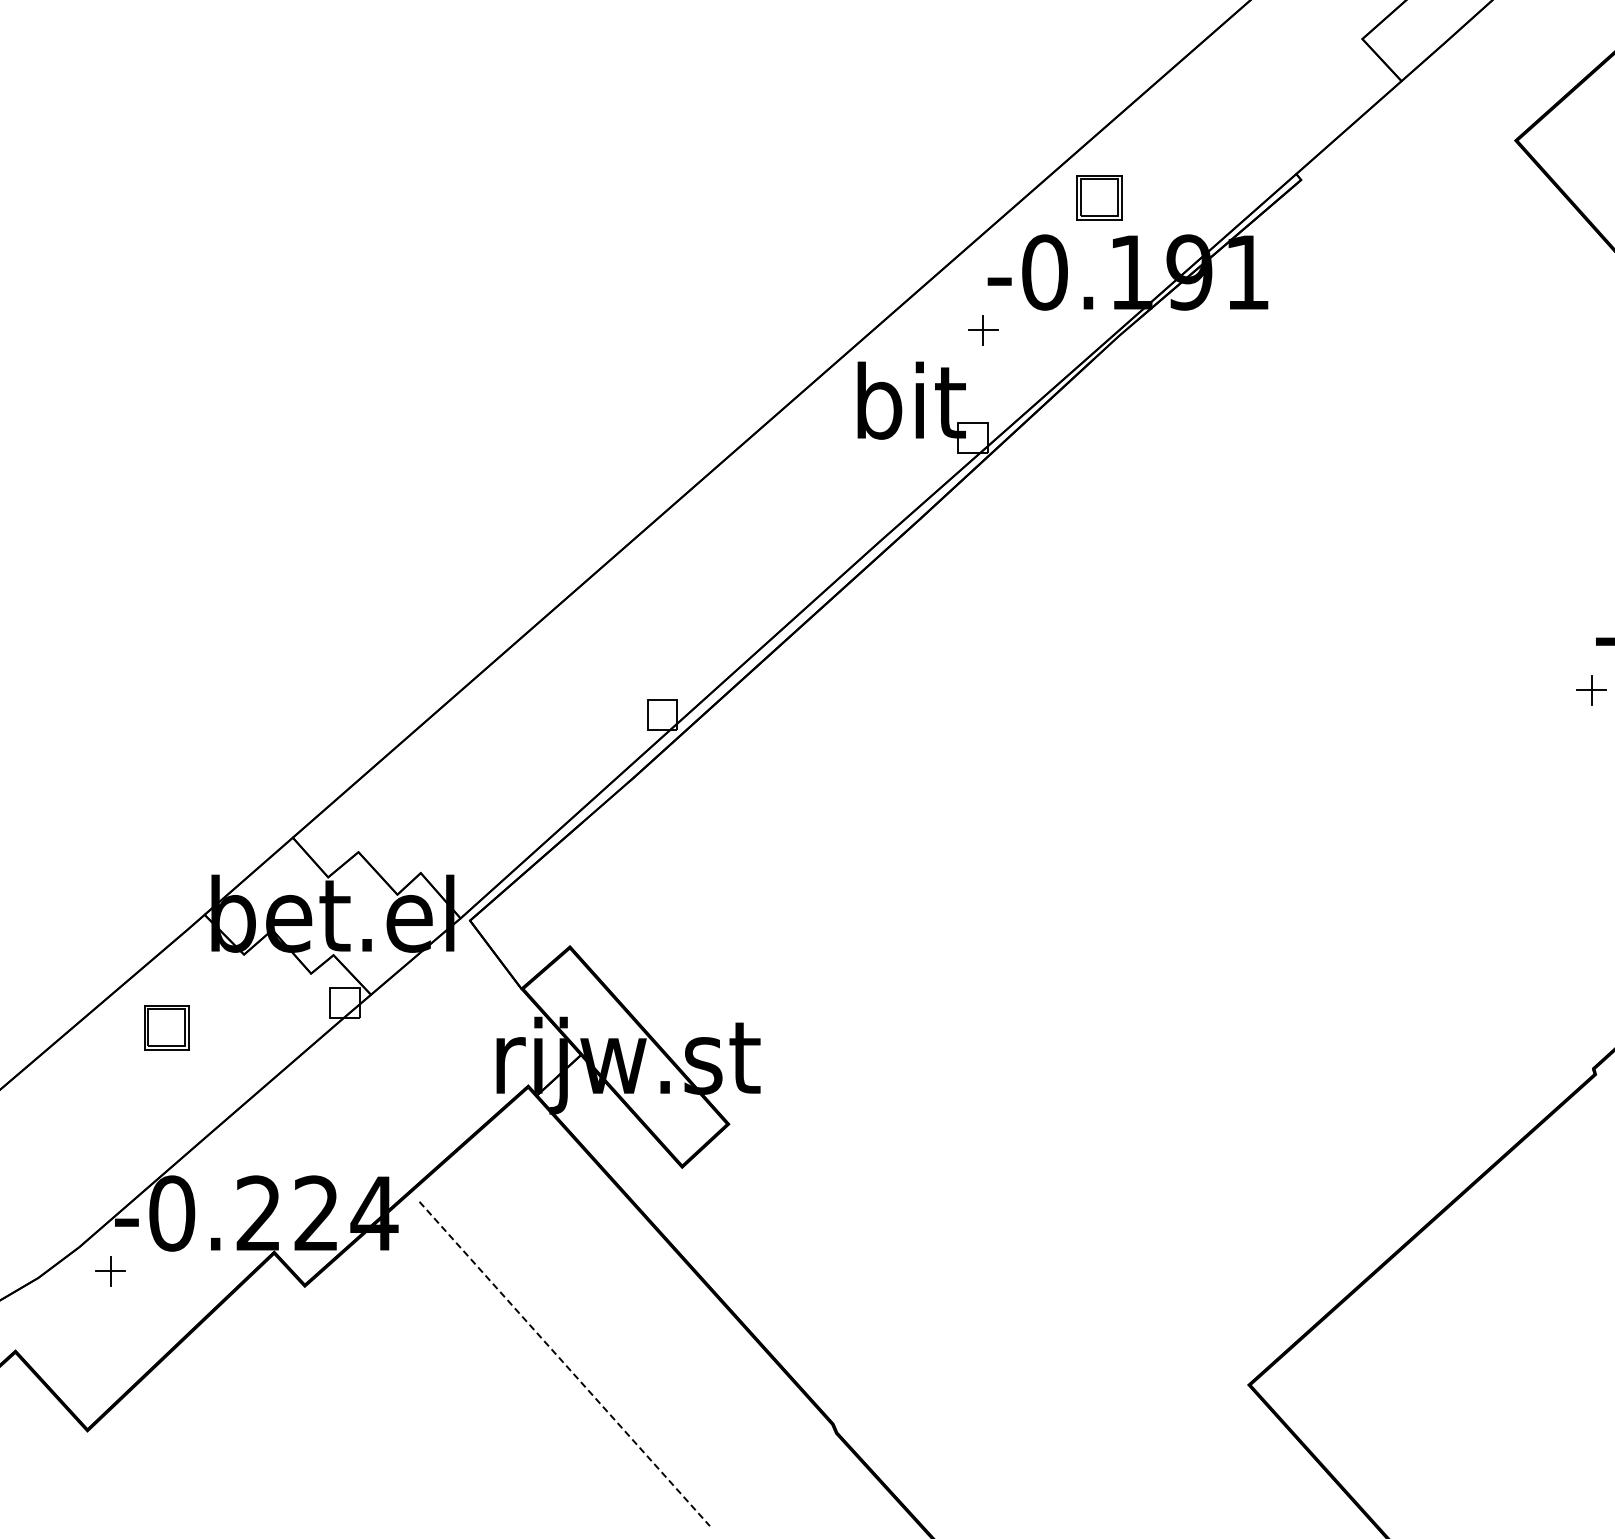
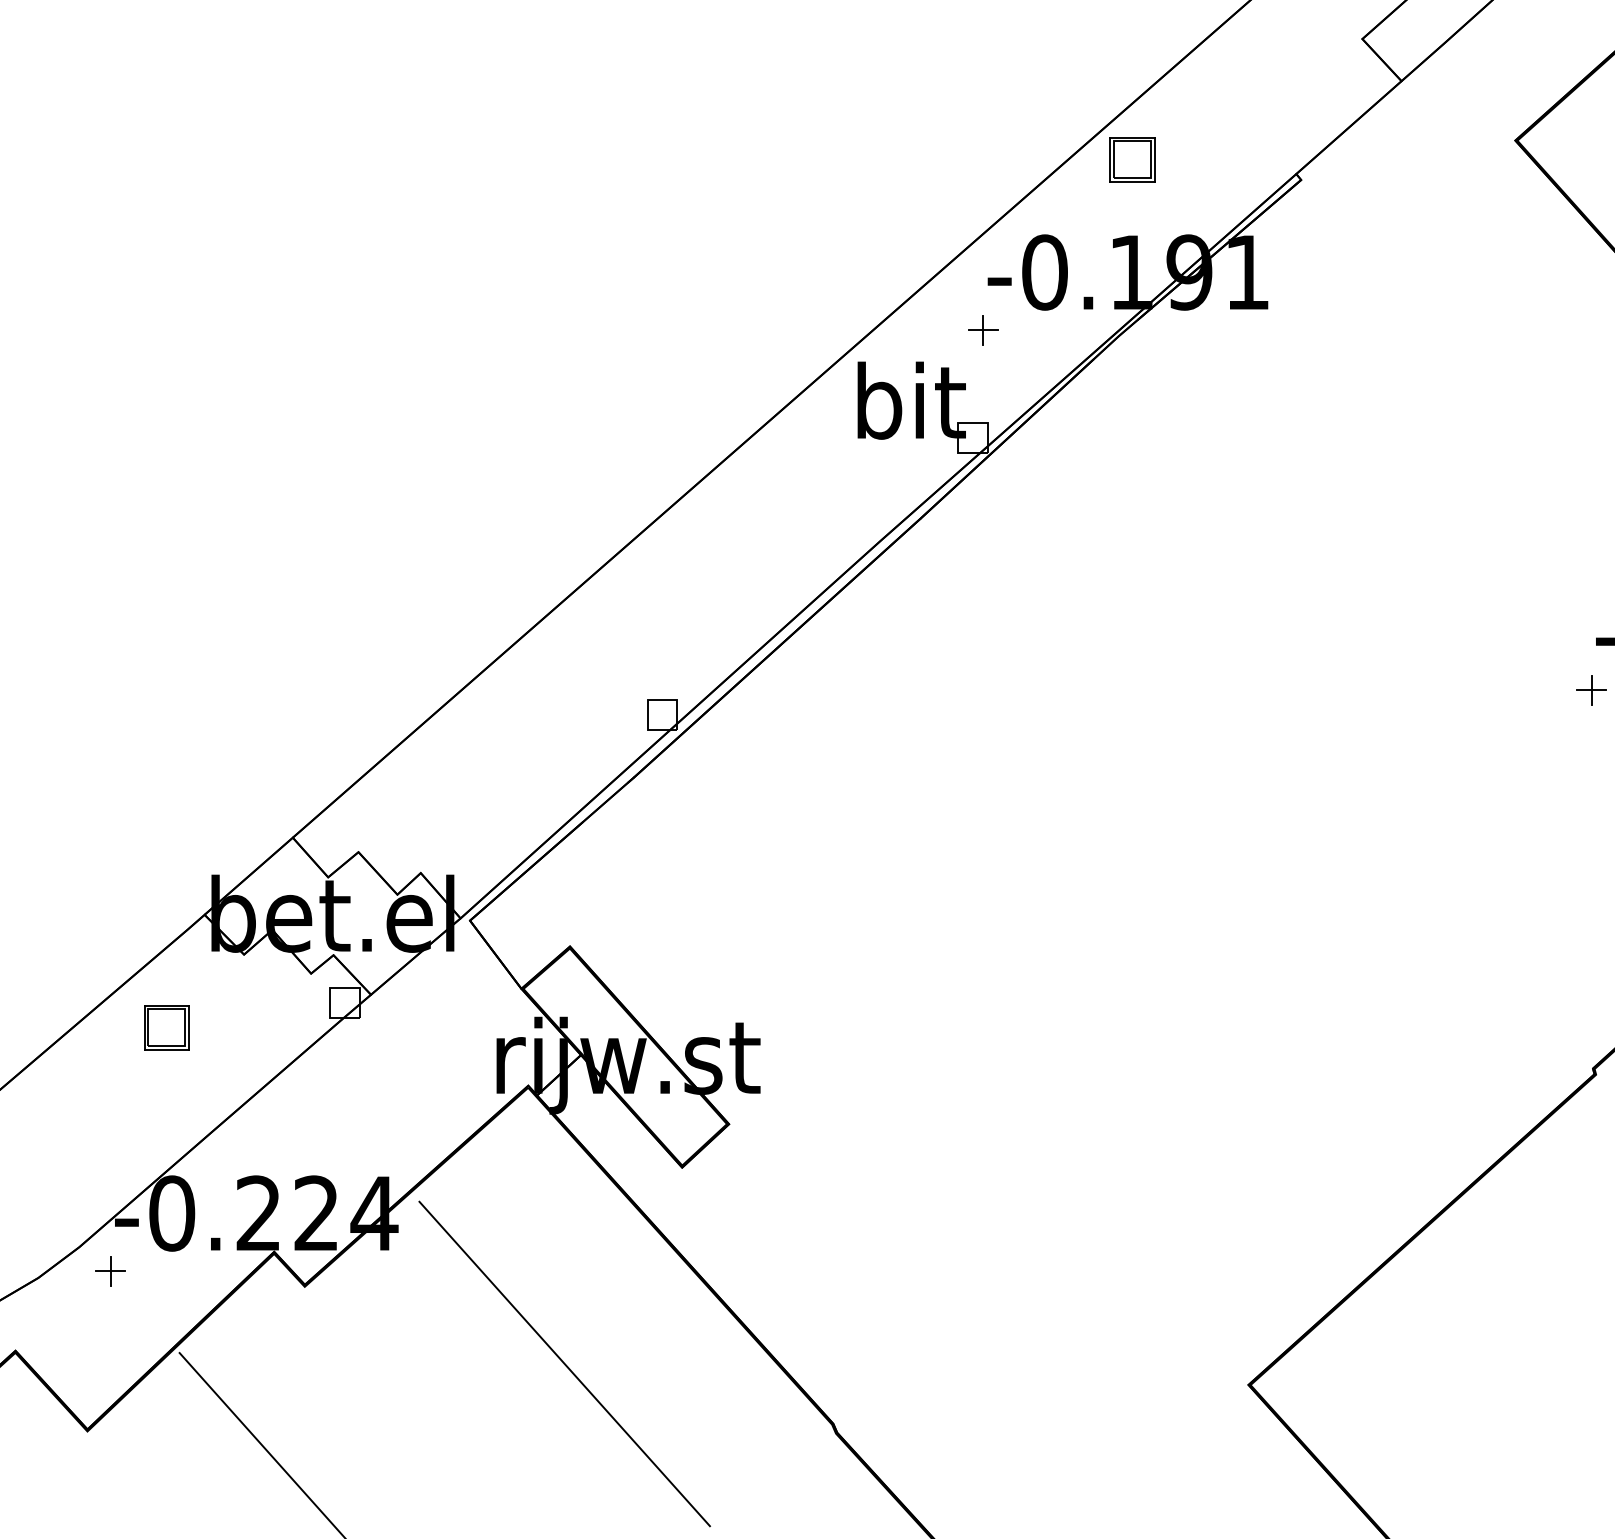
part at (1099, 197) position: (1099, 197) -> (1132, 159)
line at (564, 1364): dashed -> solid
line at (261, 1444): none -> present
